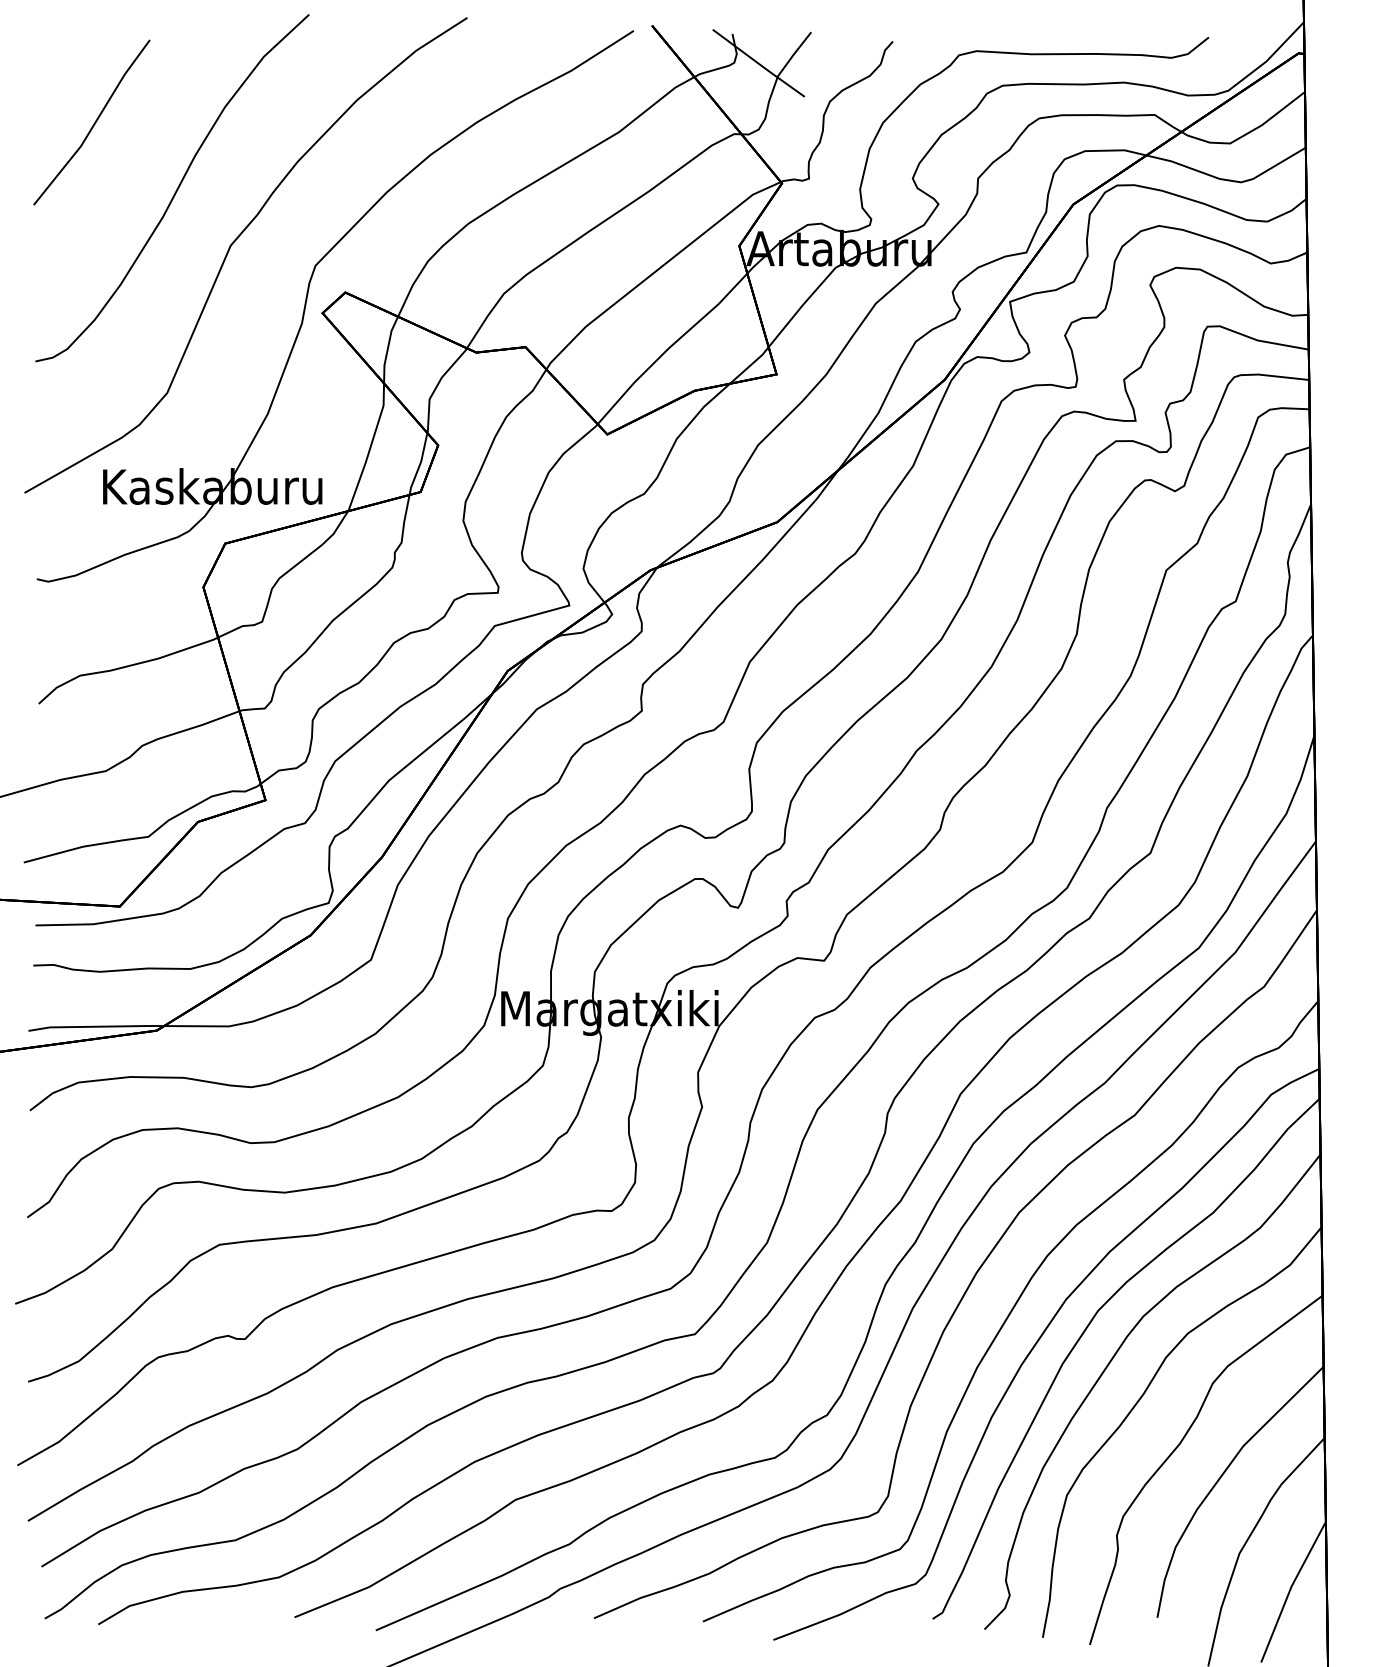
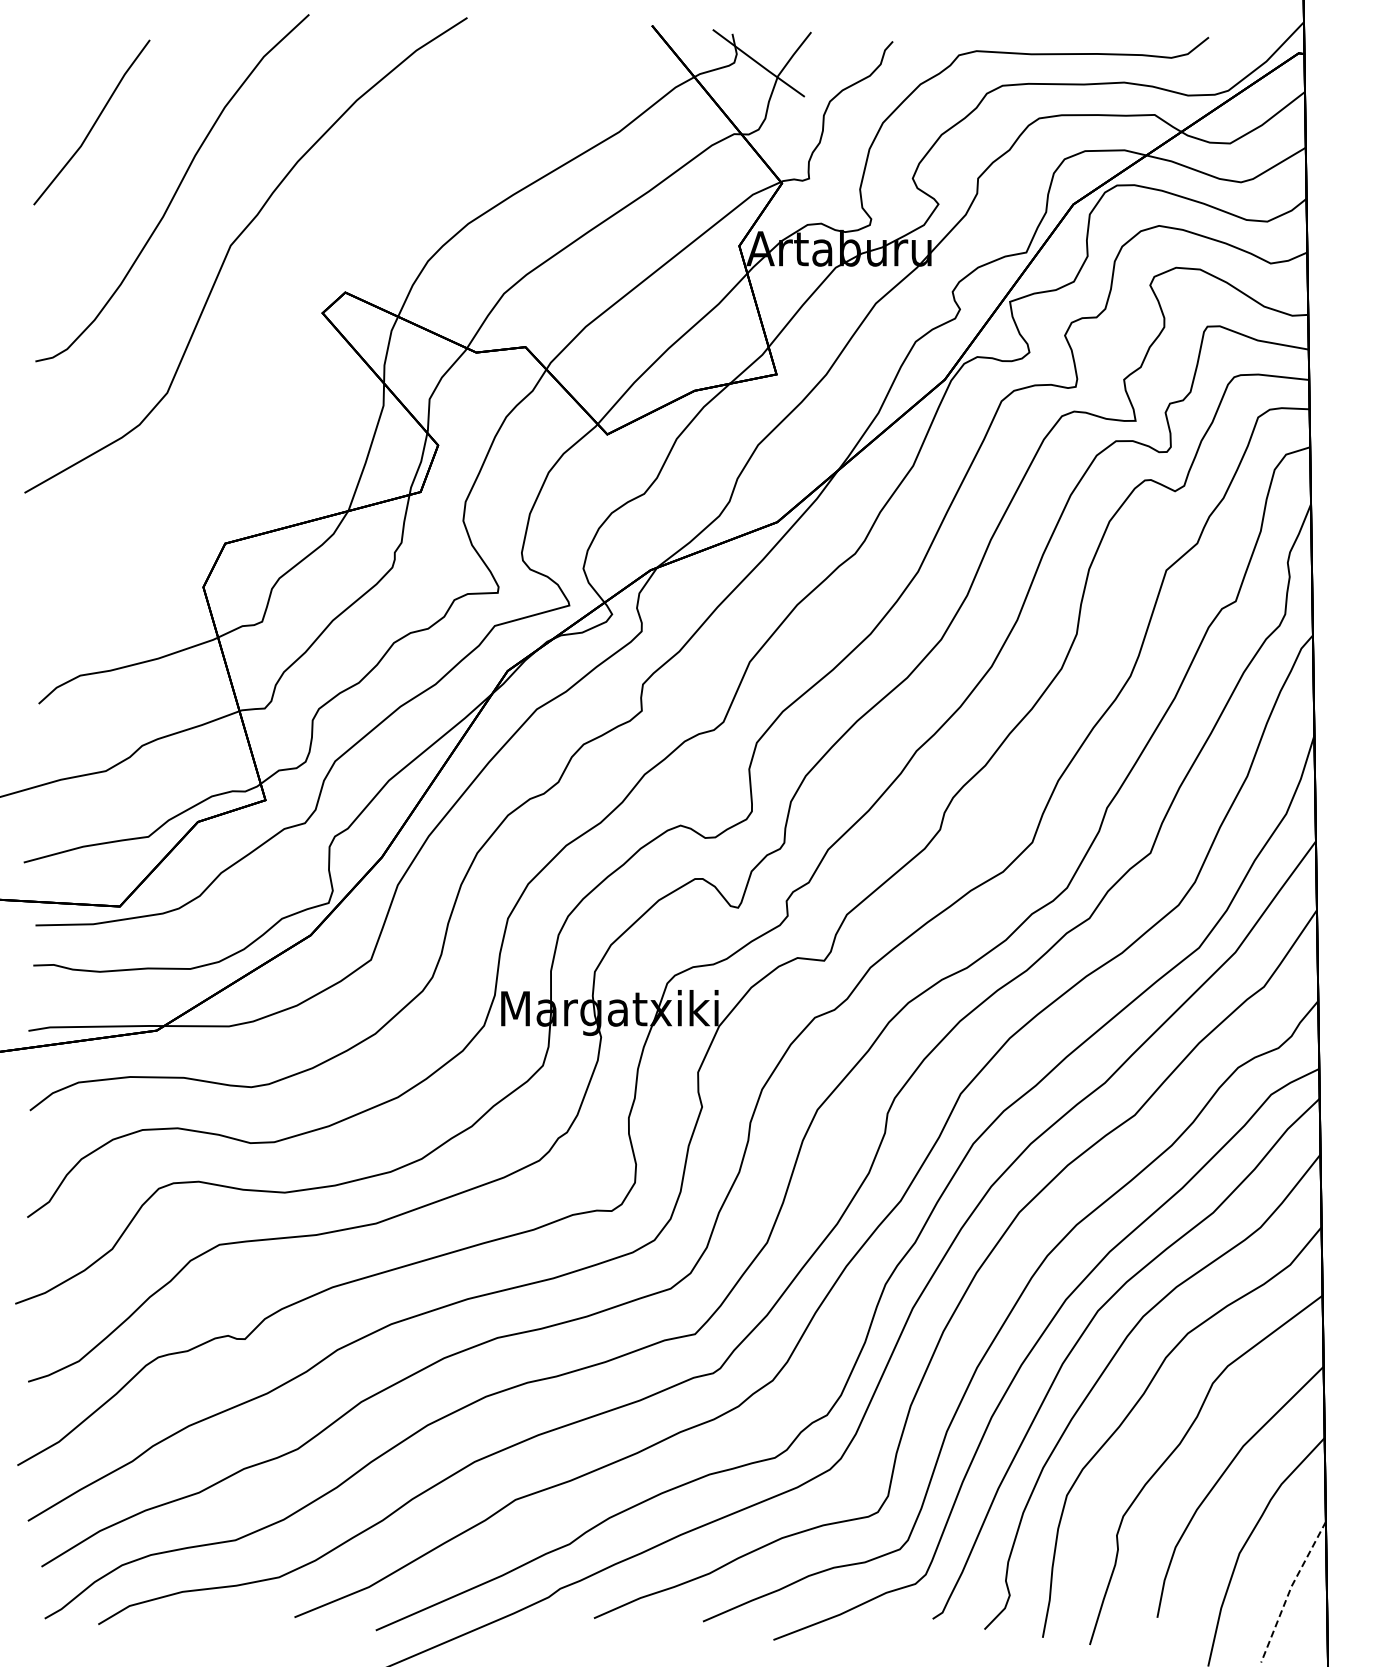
part at (307, 300): present -> none
line at (1290, 1590): solid -> dashed
